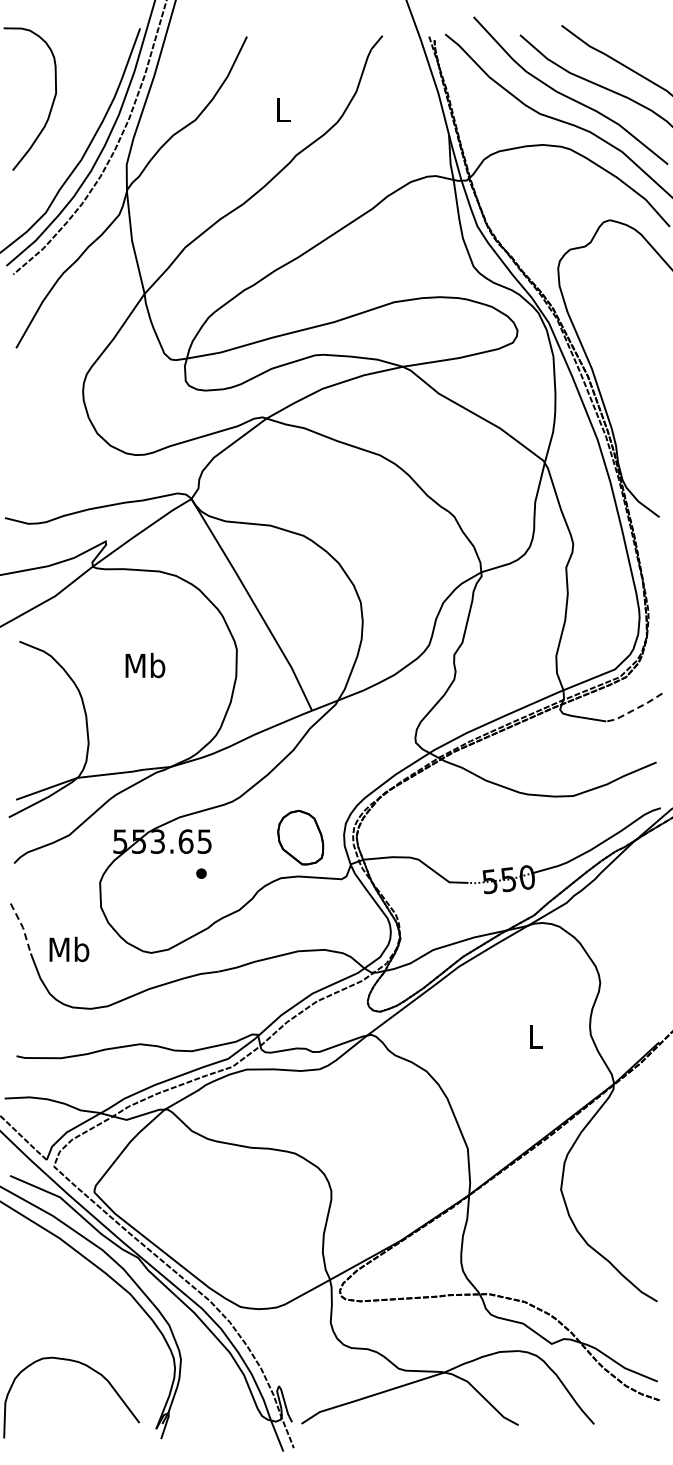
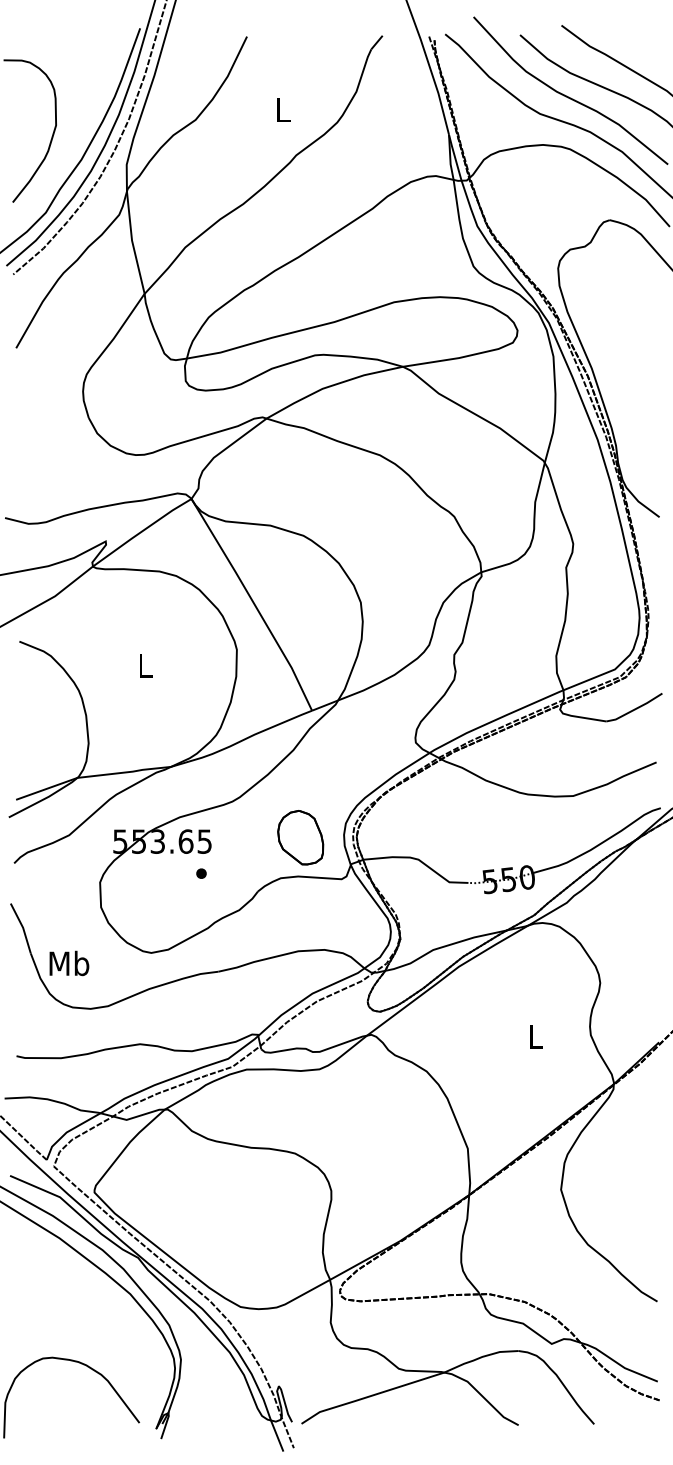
curve at (51, 104) position: (51, 104) -> (51, 136)
text at (145, 665): Mb -> L
line at (634, 709): dashed -> solid
line at (23, 927): dashed -> solid
text at (69, 949) position: (69, 949) -> (69, 963)
